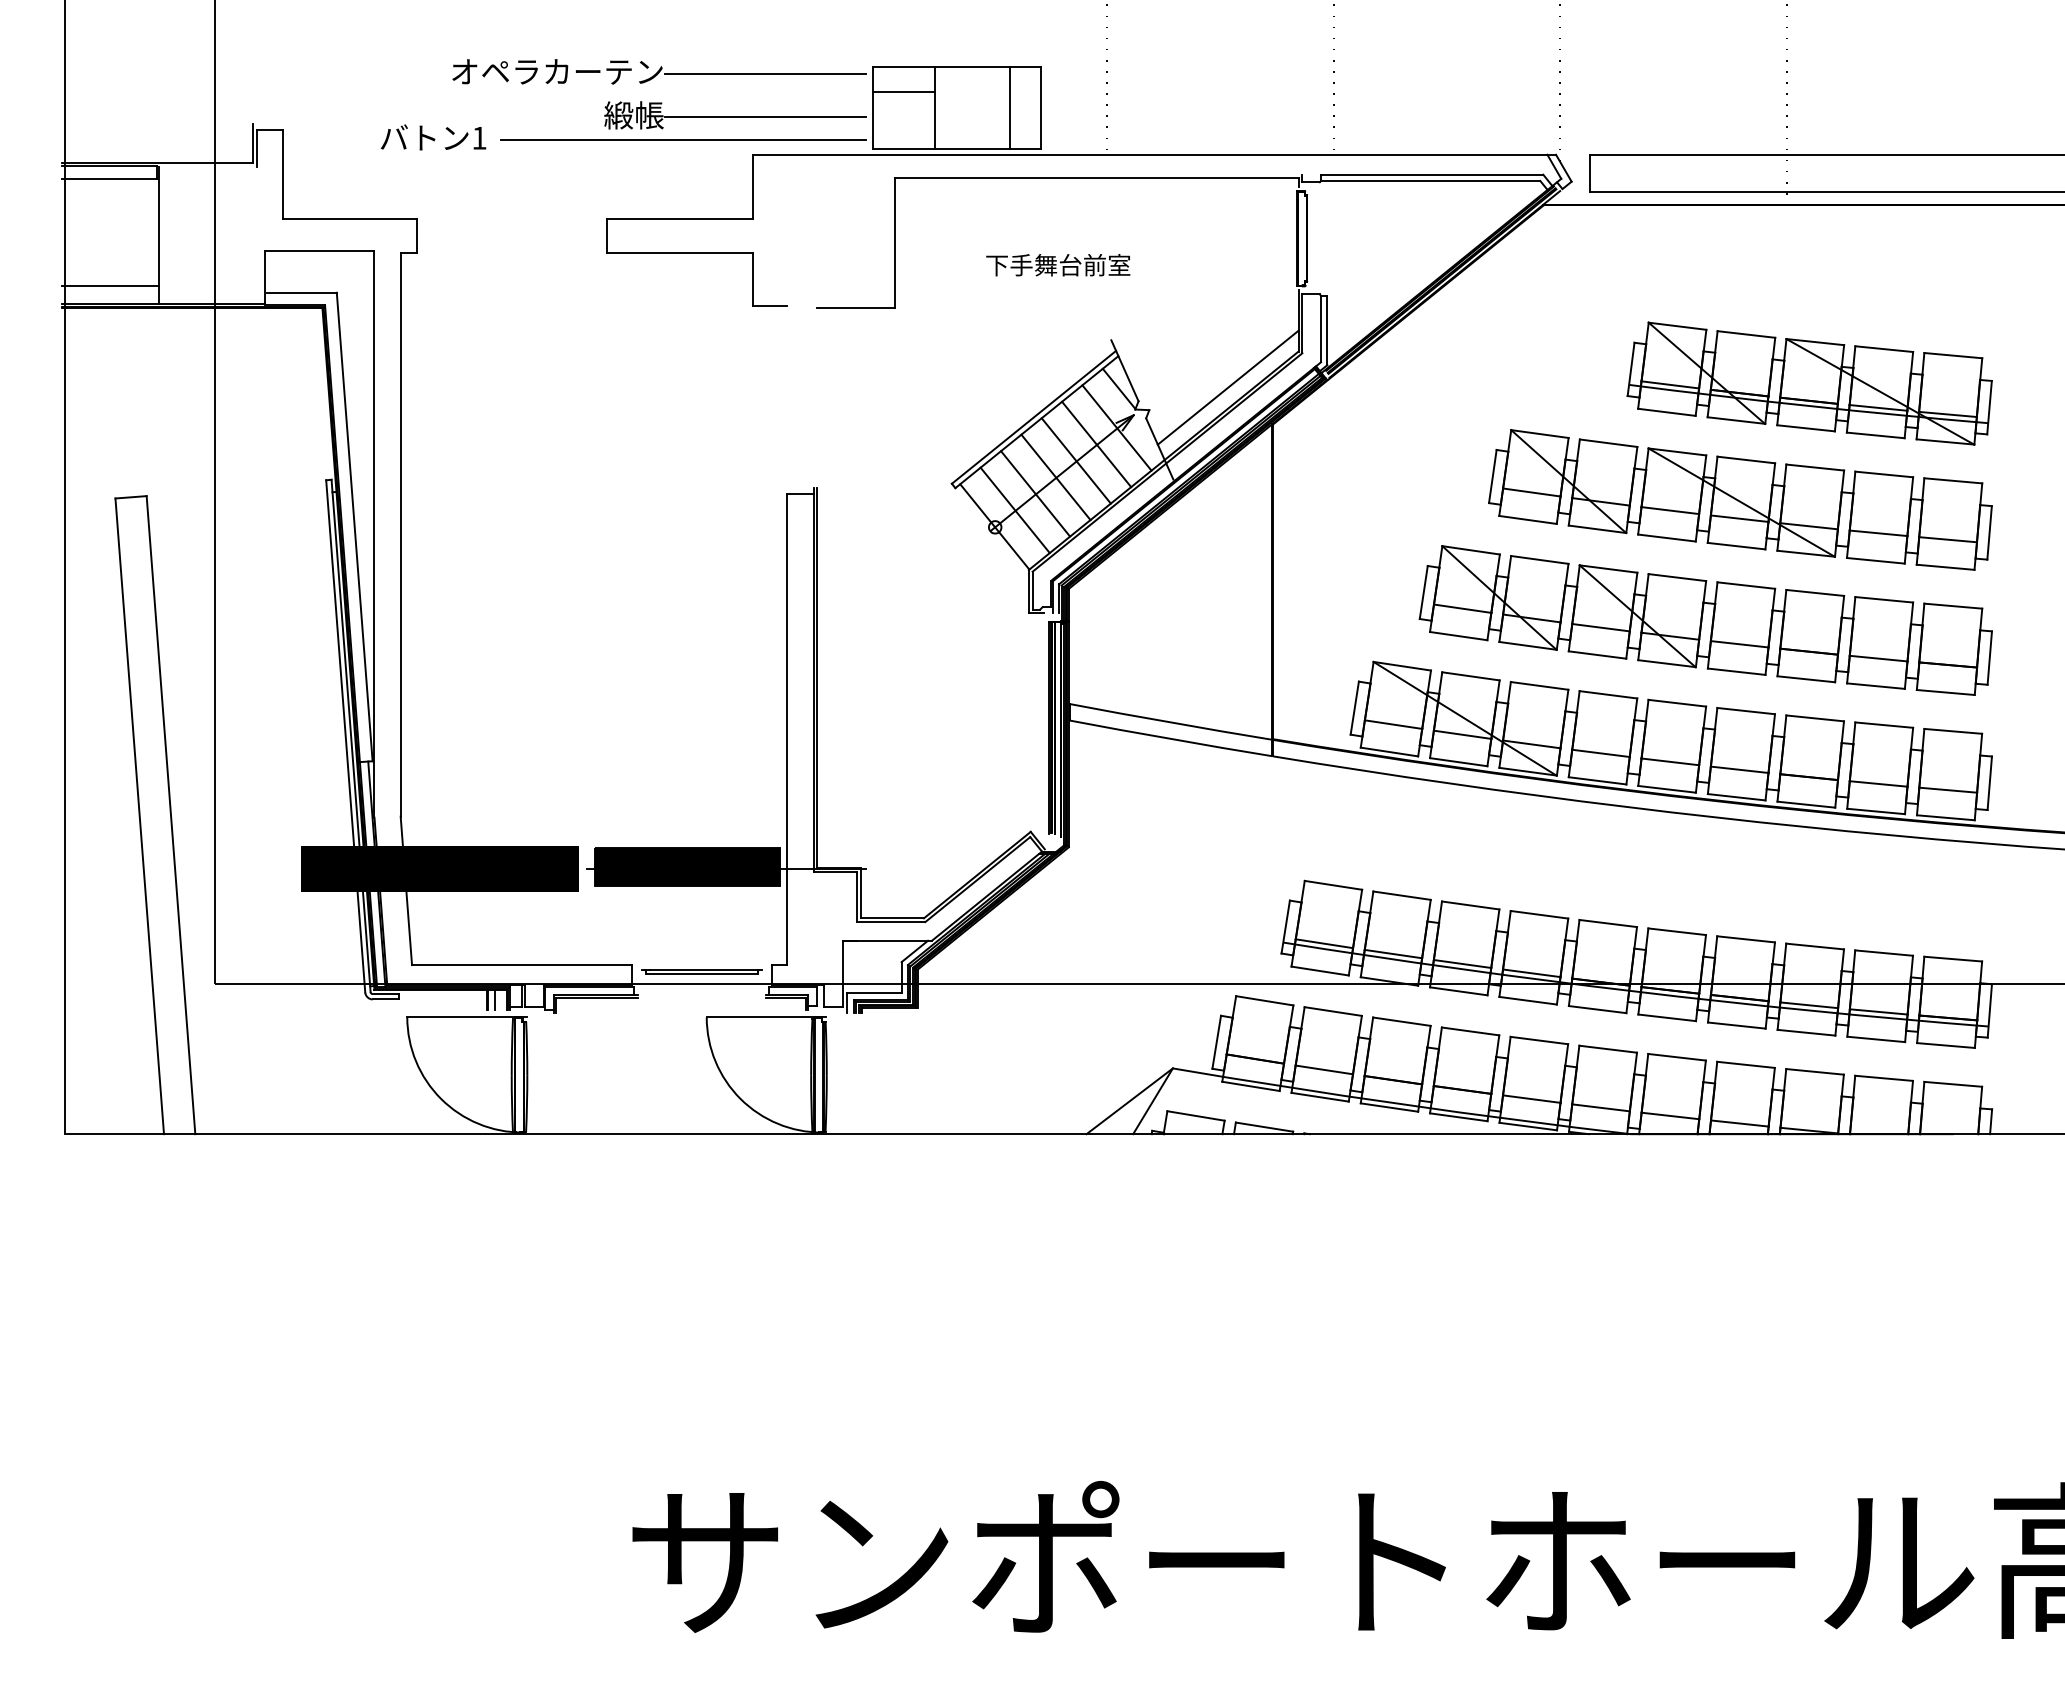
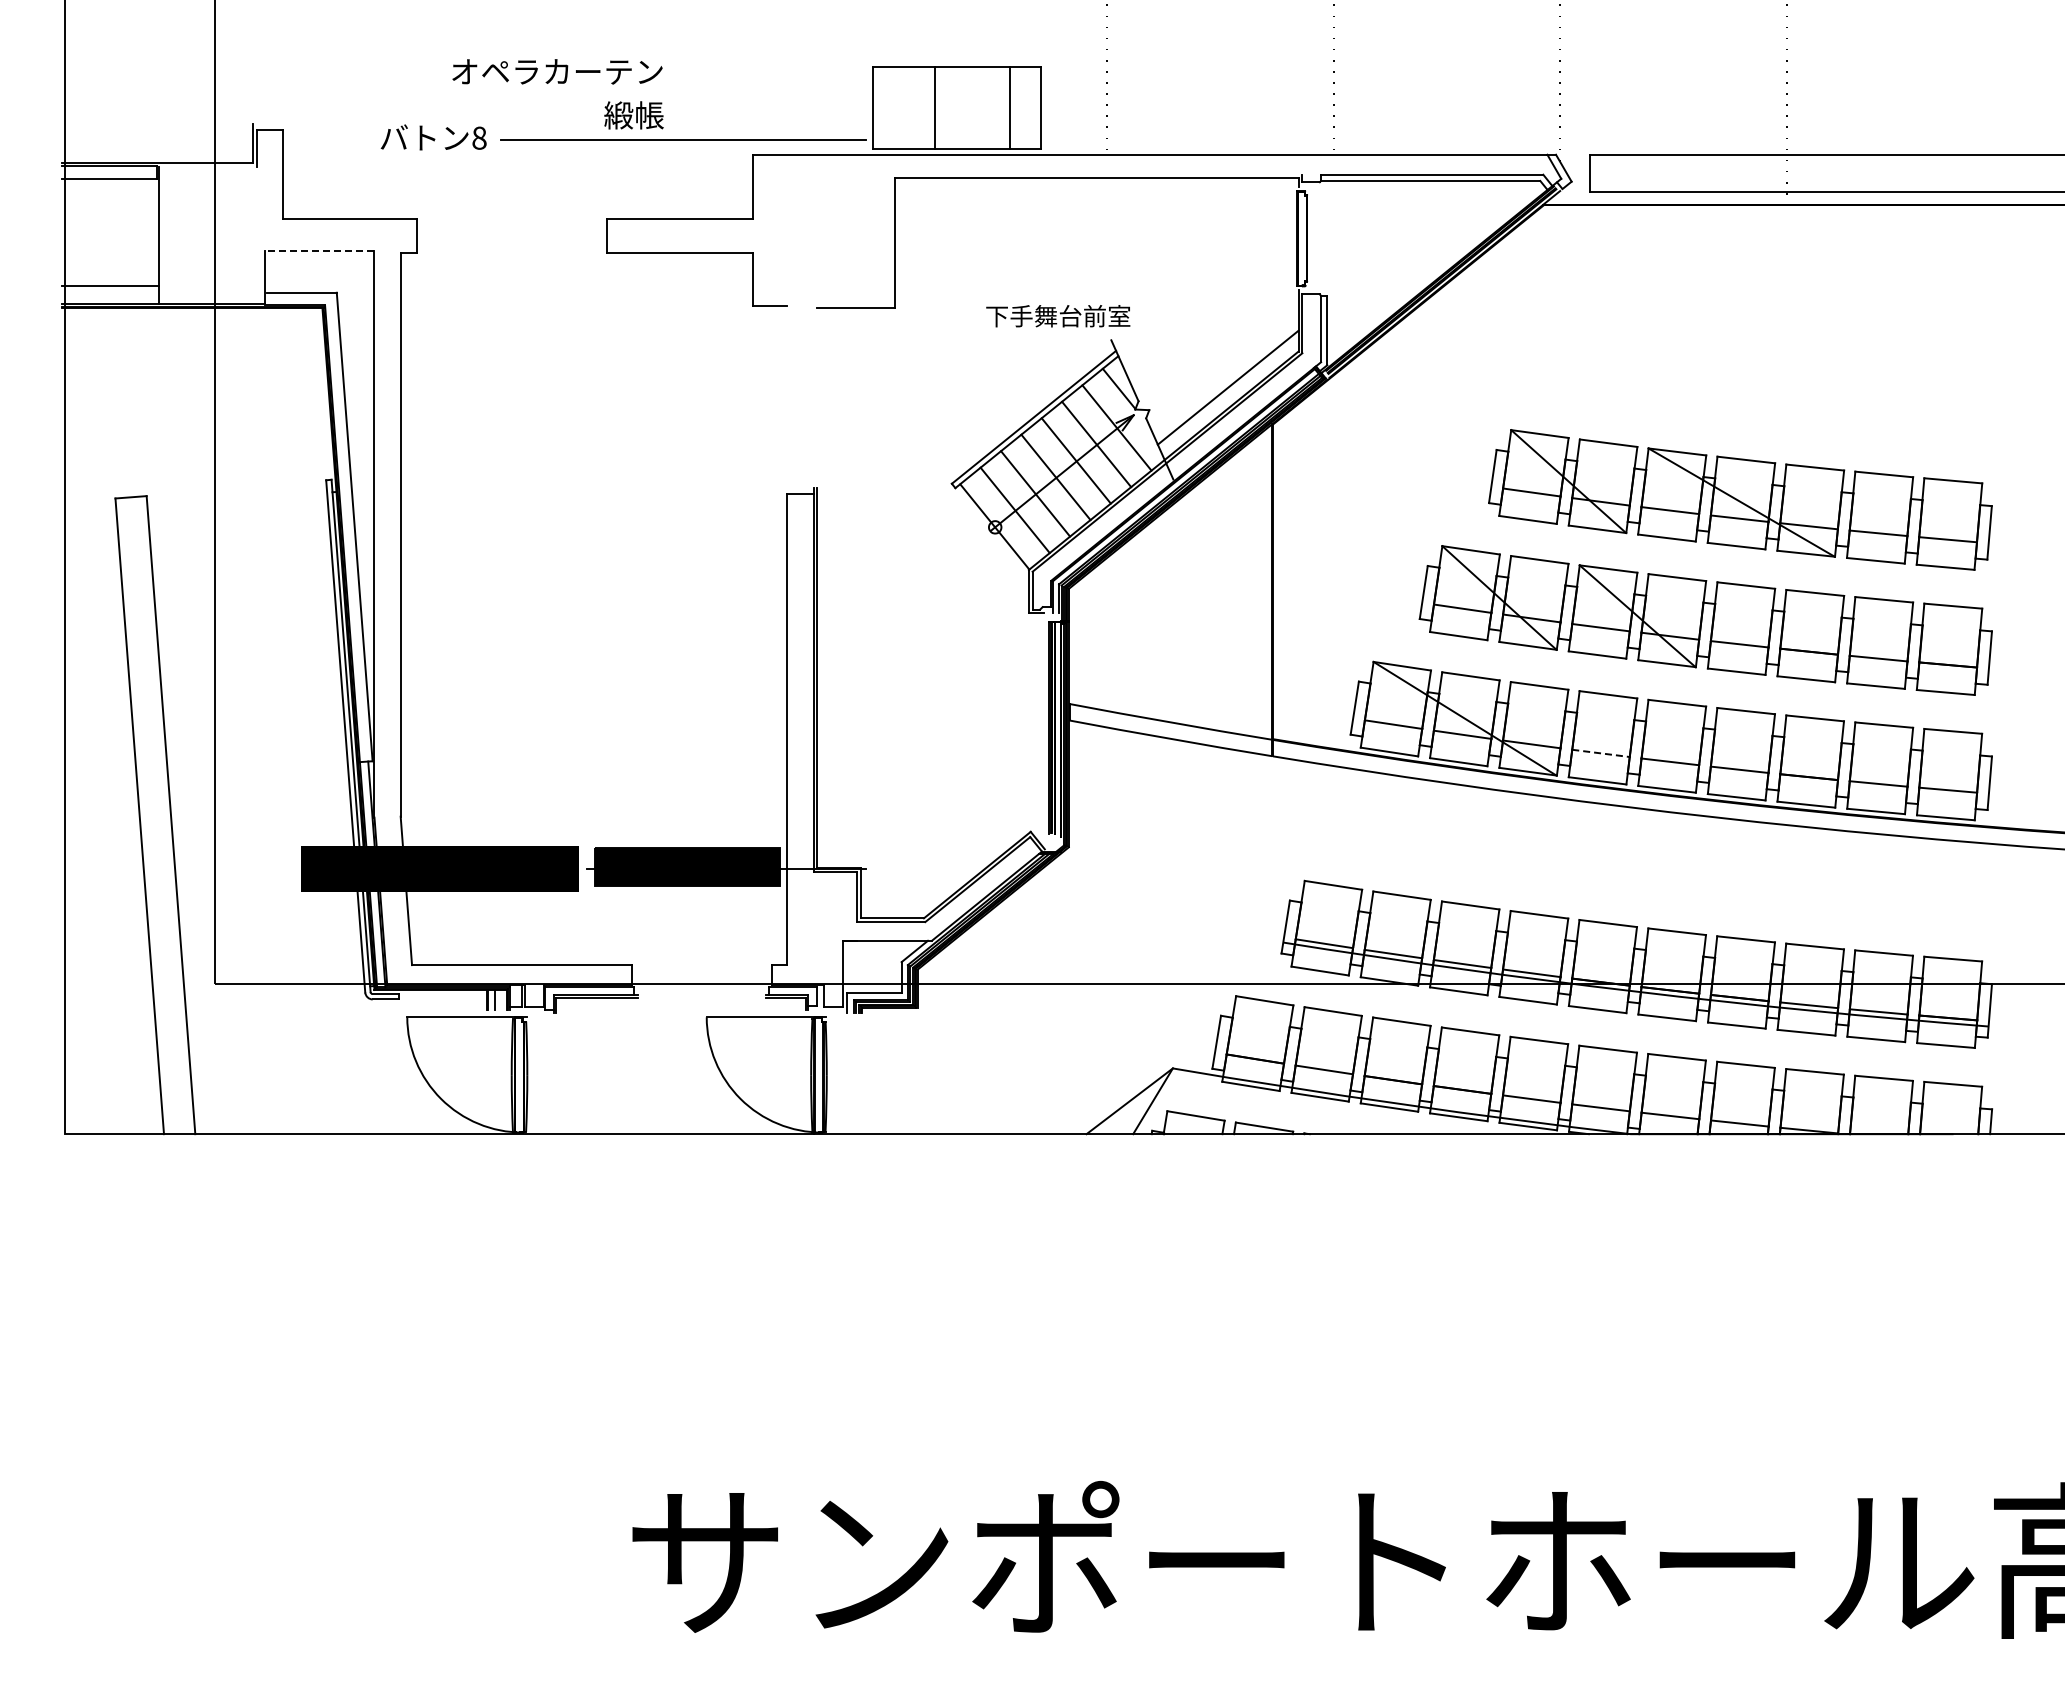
line at (765, 73): present -> none
line at (903, 92): present -> none
line at (764, 117): present -> none
text at (479, 137): 1 -> 8
line at (319, 251): solid -> dashed
text at (1058, 265) position: (1058, 265) -> (1058, 316)
part at (1809, 383): present -> none
line at (1601, 753): solid -> dashed
part at (701, 971): present -> none
